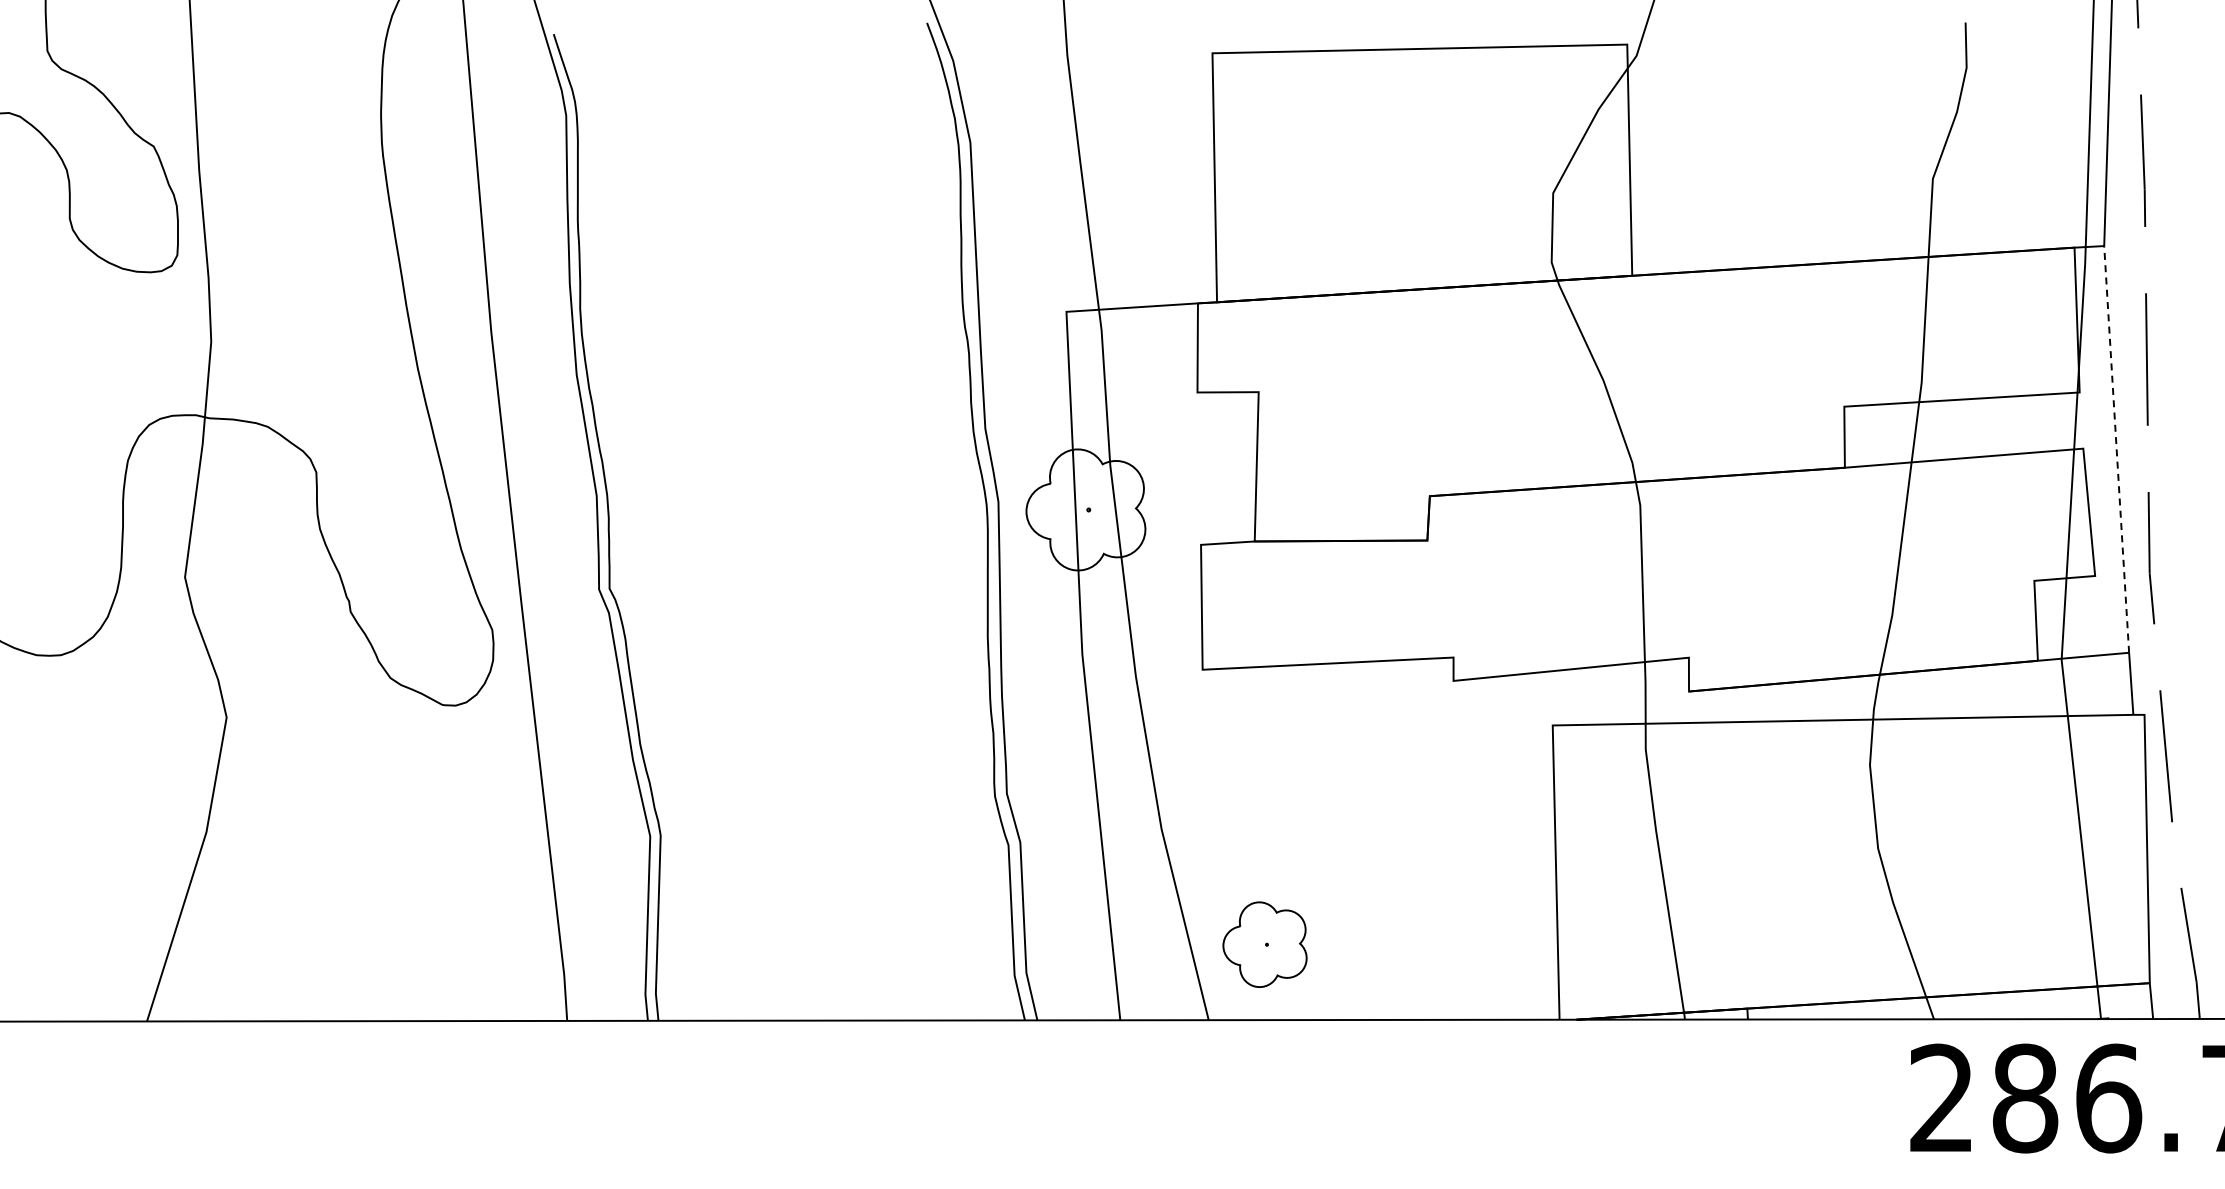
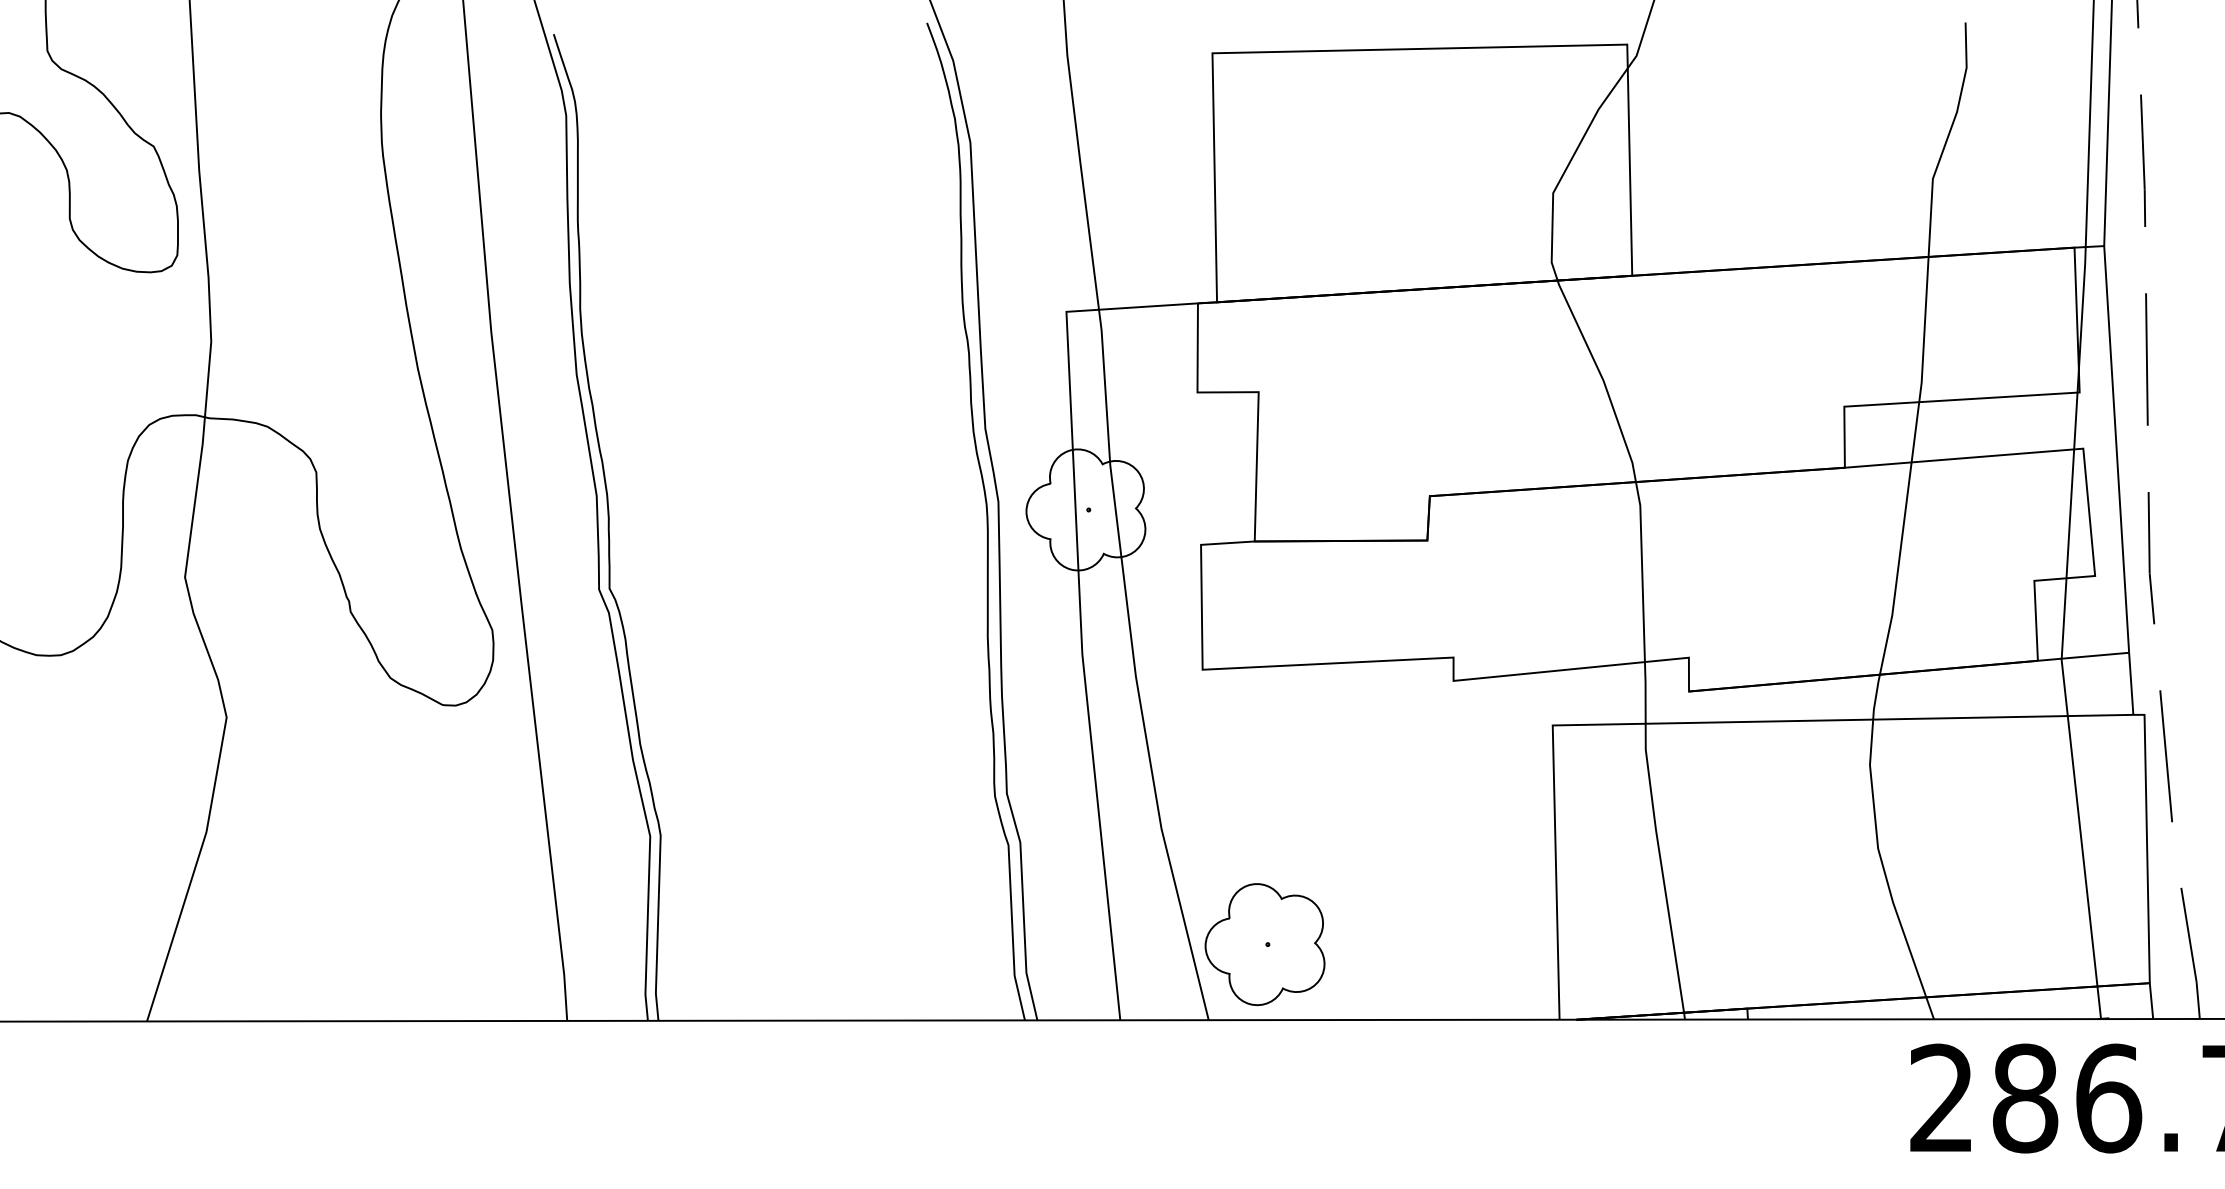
line at (2116, 449): dashed -> solid
part at (1264, 944) size: 86x87 px -> 122x124 px
